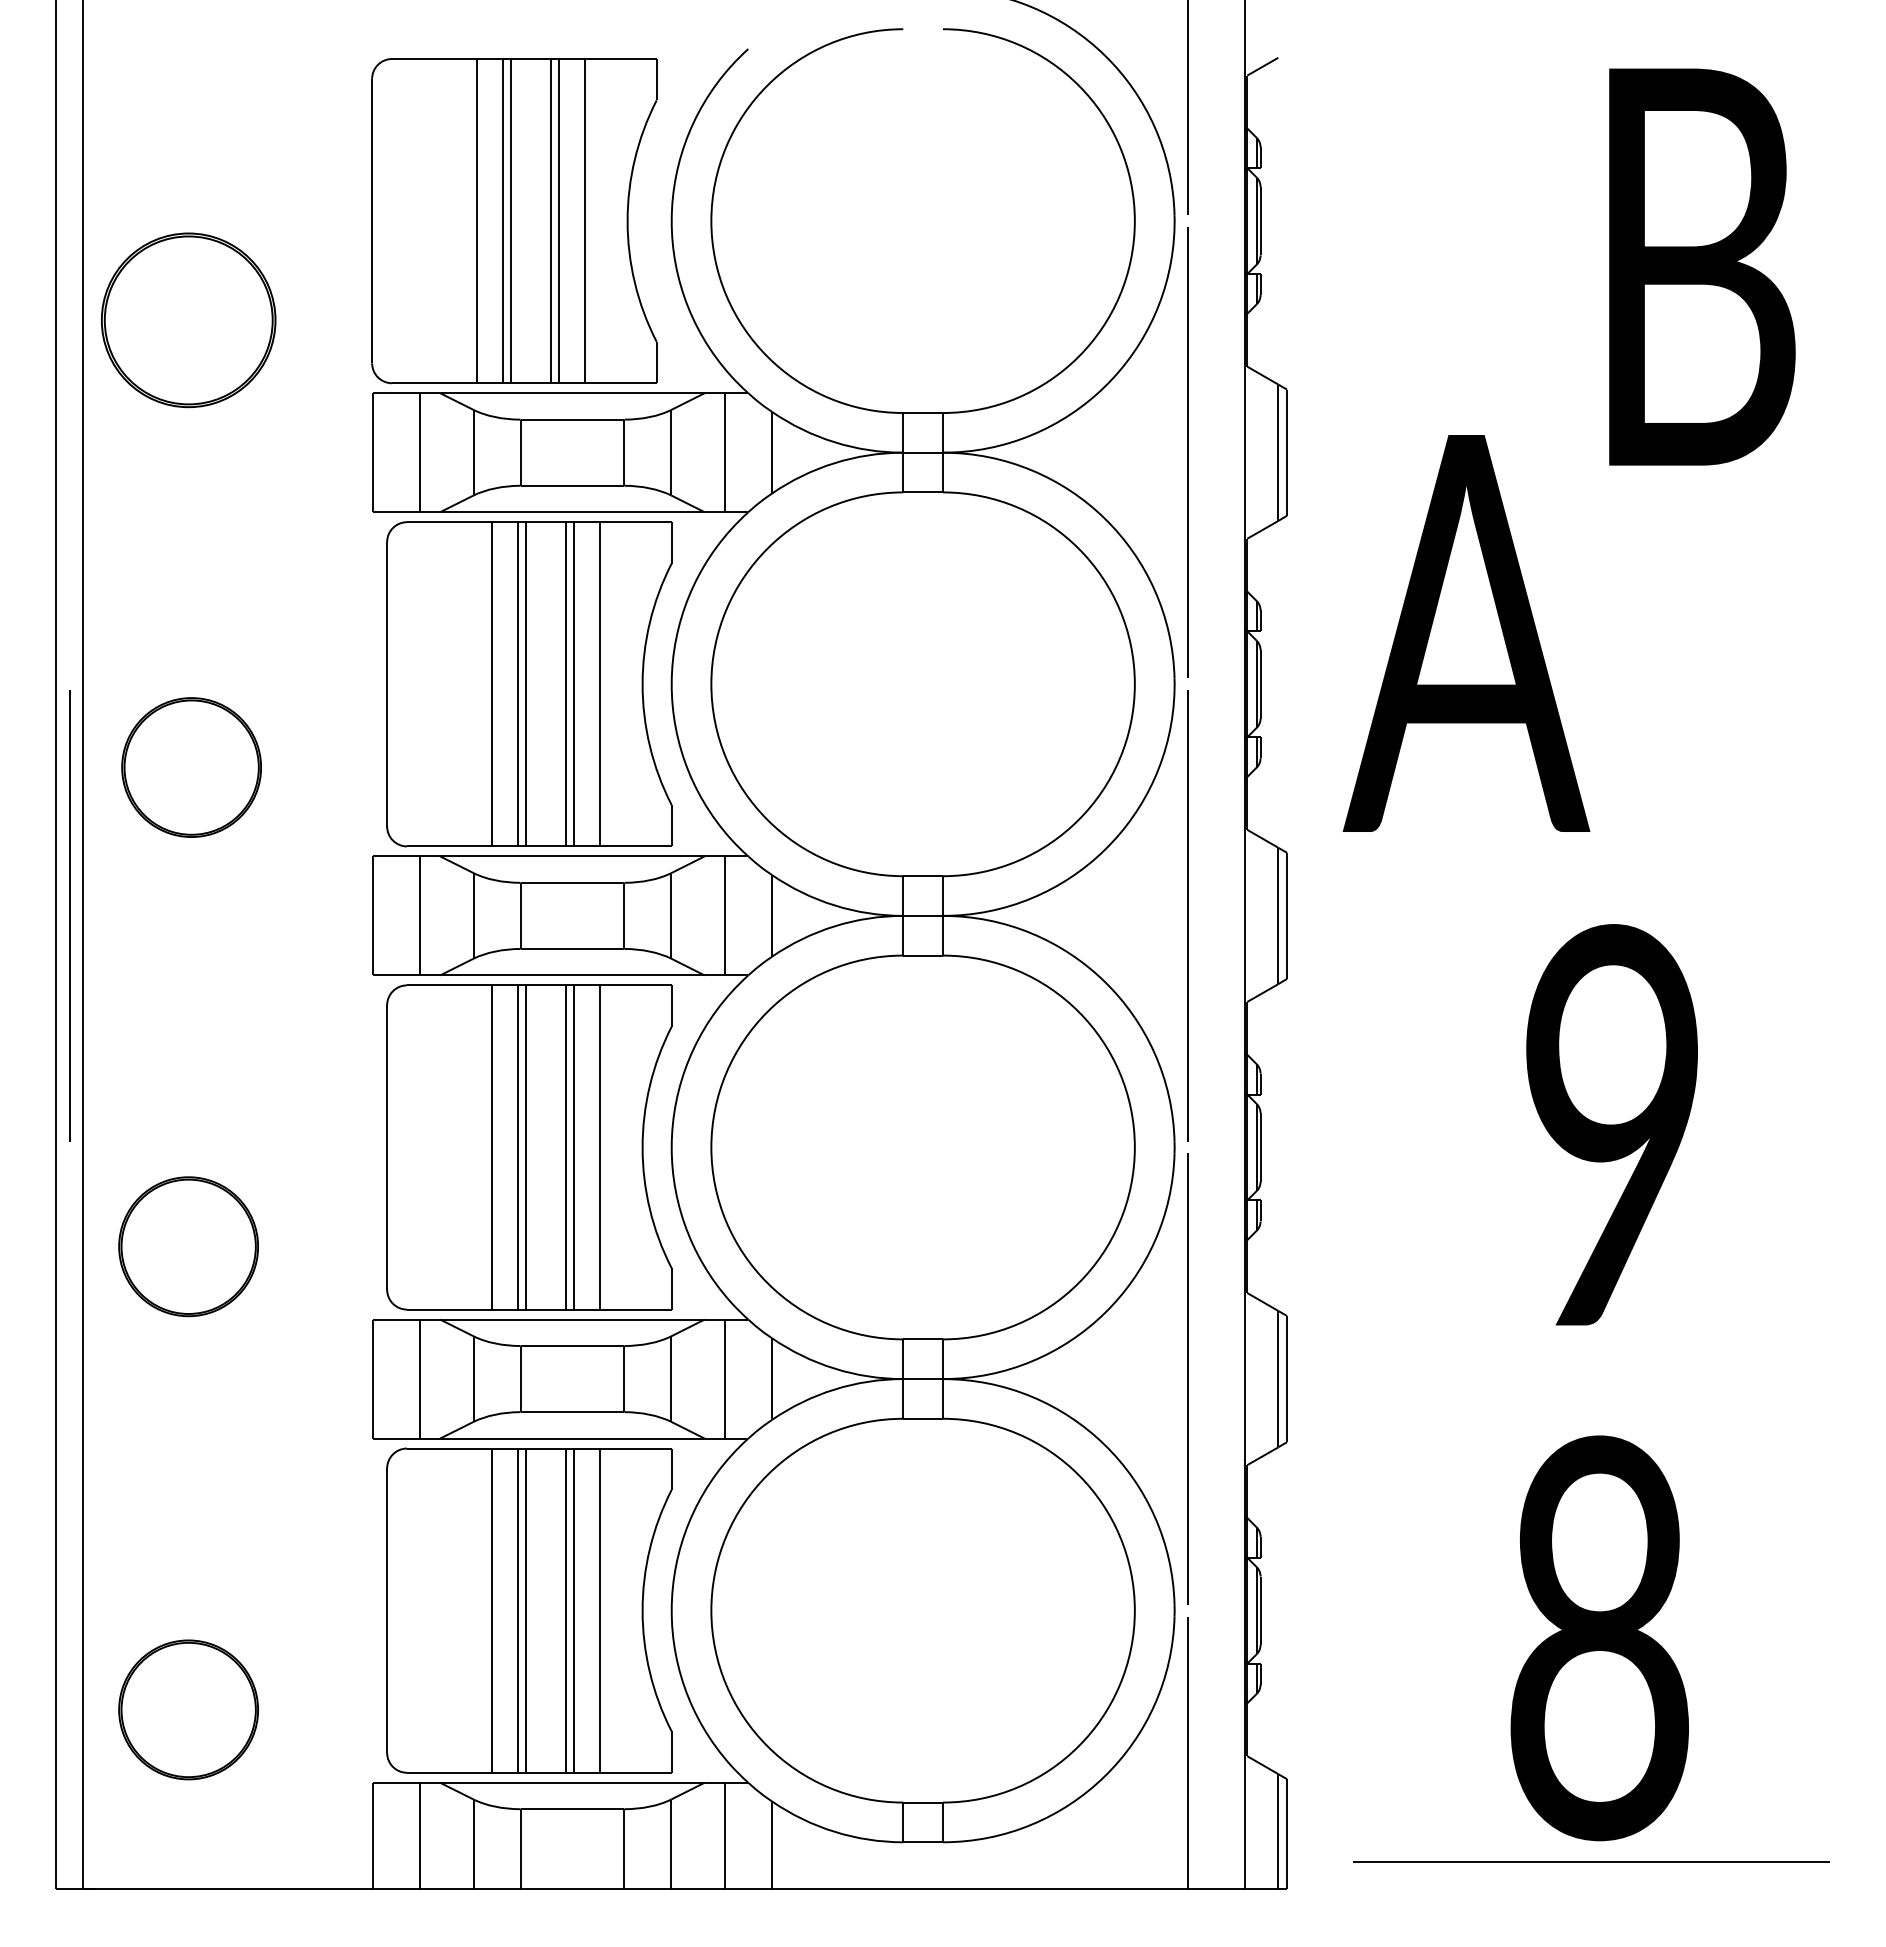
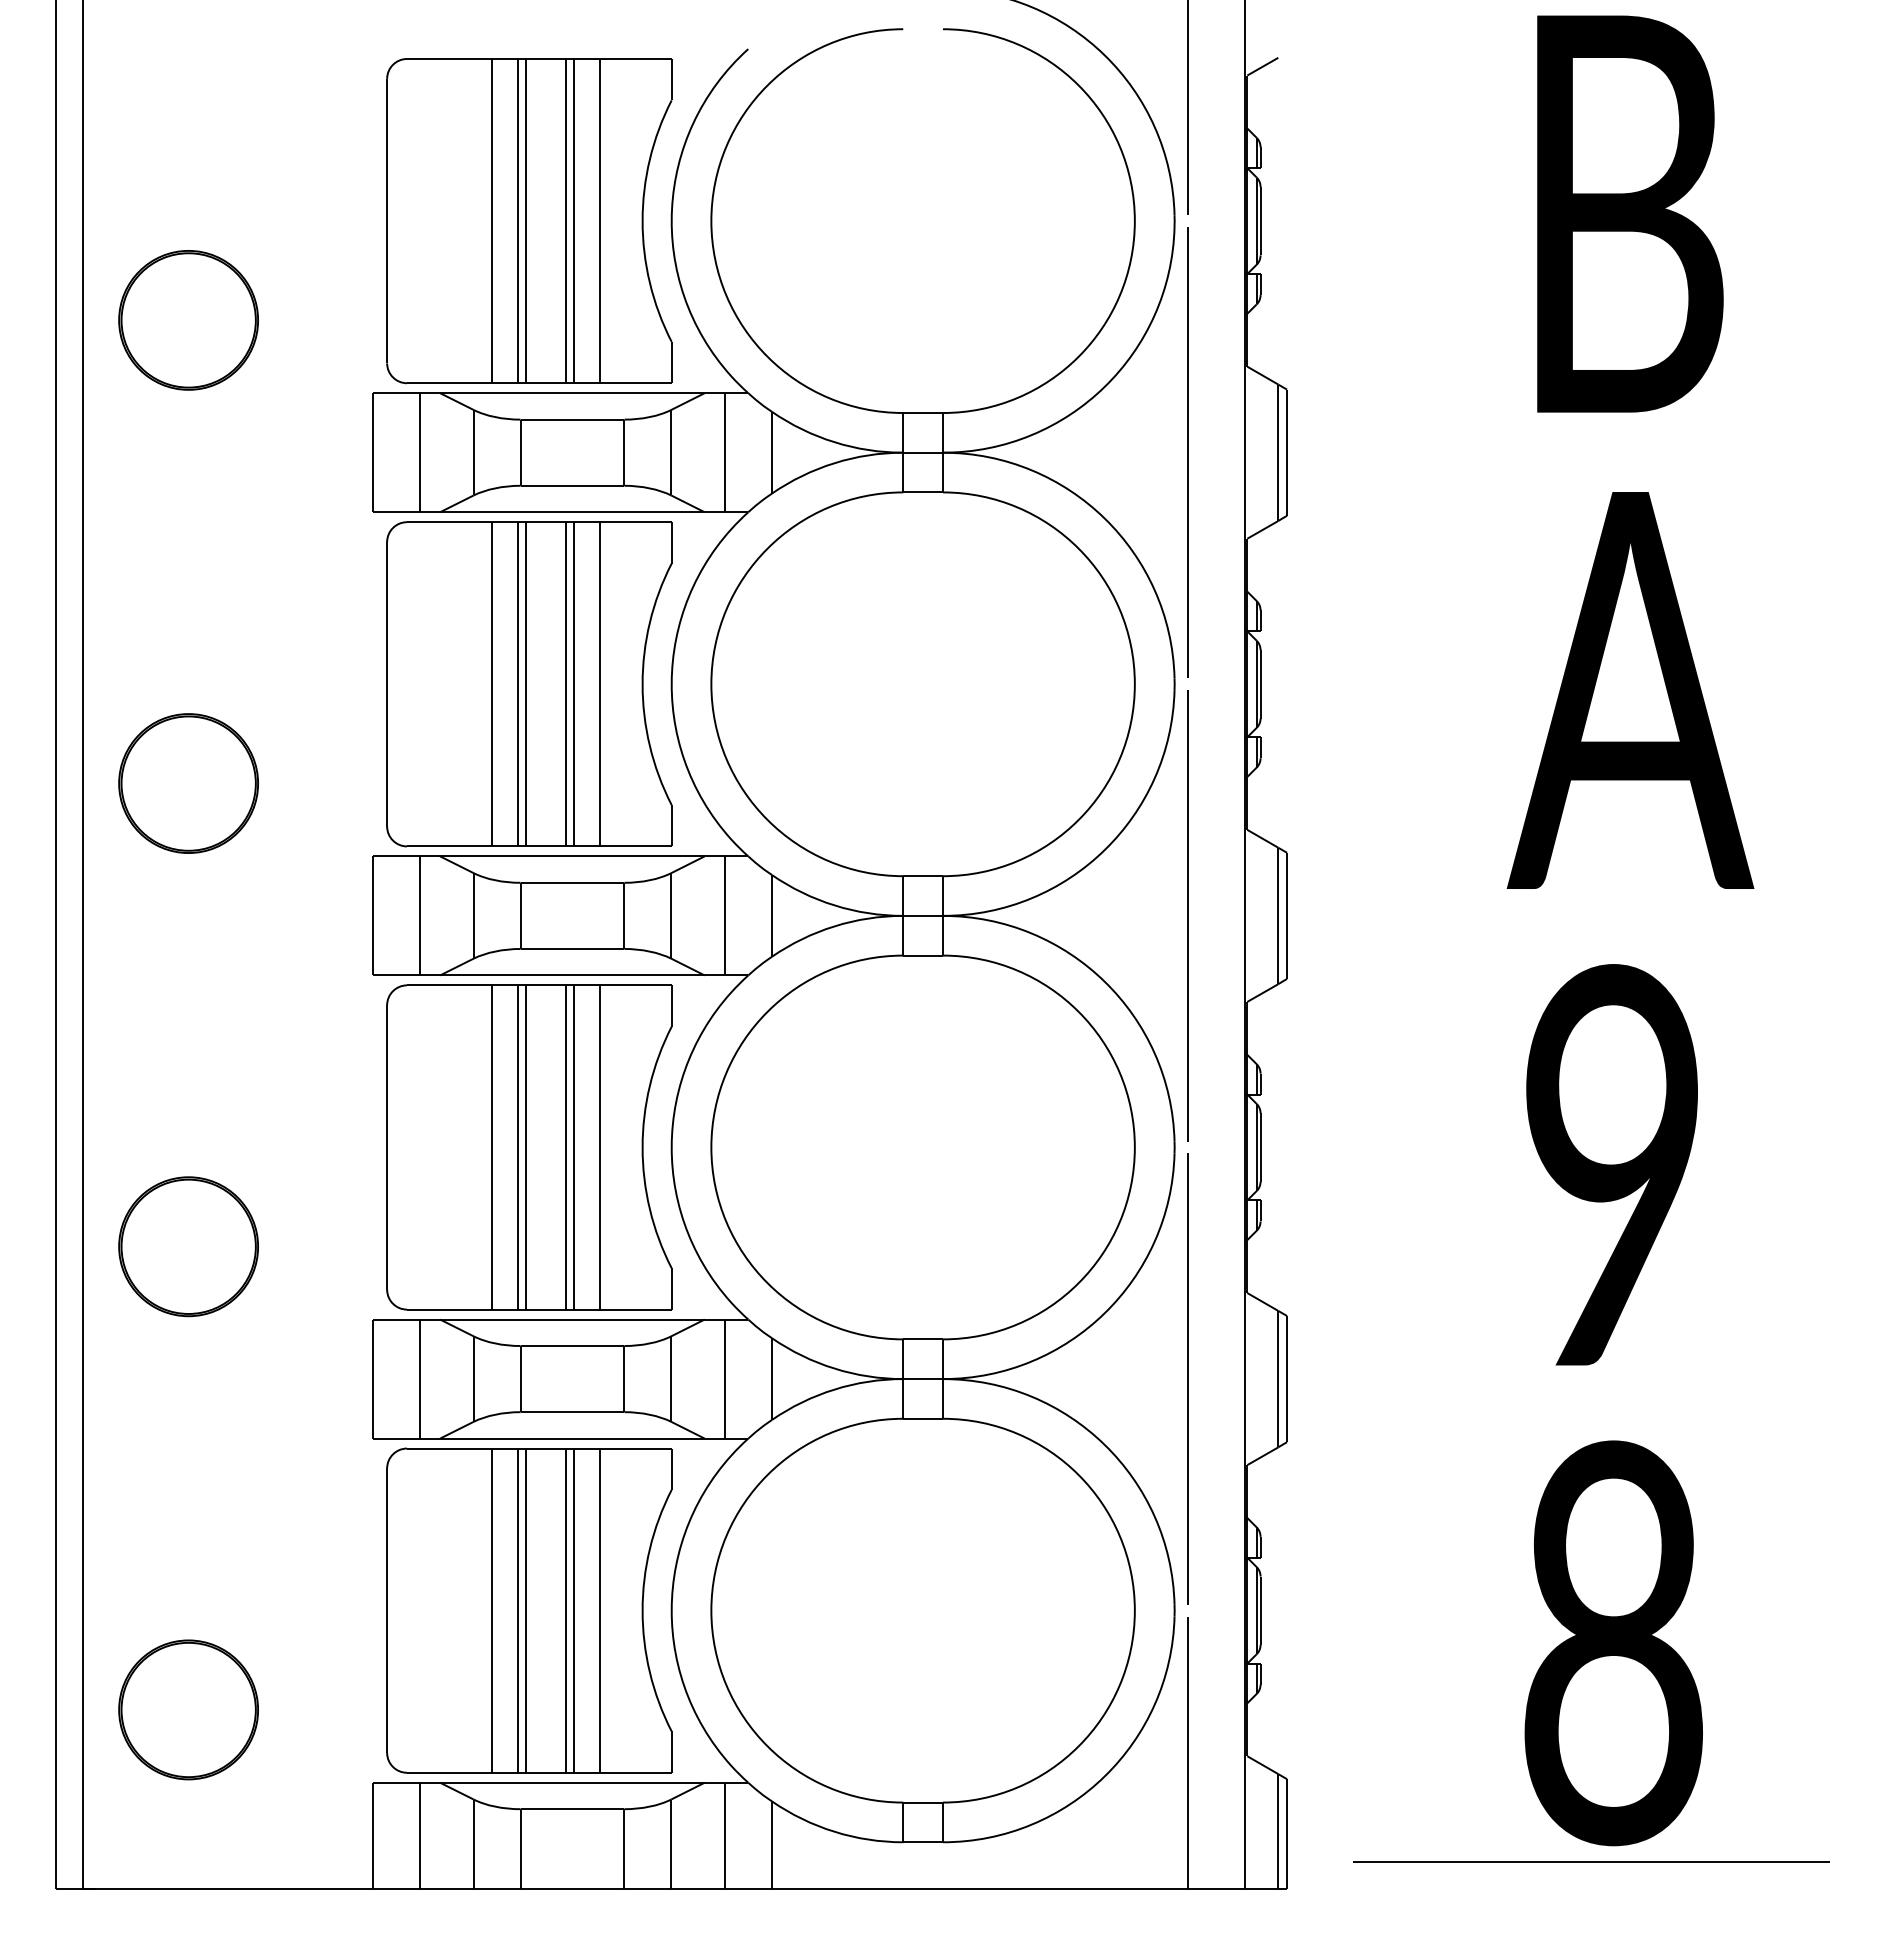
part at (514, 221) position: (514, 221) -> (529, 221)
text at (1702, 266) position: (1702, 266) -> (1630, 213)
part at (188, 320) size: 177x177 px -> 141x141 px
text at (1466, 633) position: (1466, 633) -> (1630, 690)
part at (191, 767) position: (191, 767) -> (188, 783)
line at (69, 915): present -> none
text at (1611, 1124) position: (1611, 1124) -> (1611, 1164)
text at (1599, 1638) position: (1599, 1638) -> (1613, 1643)
